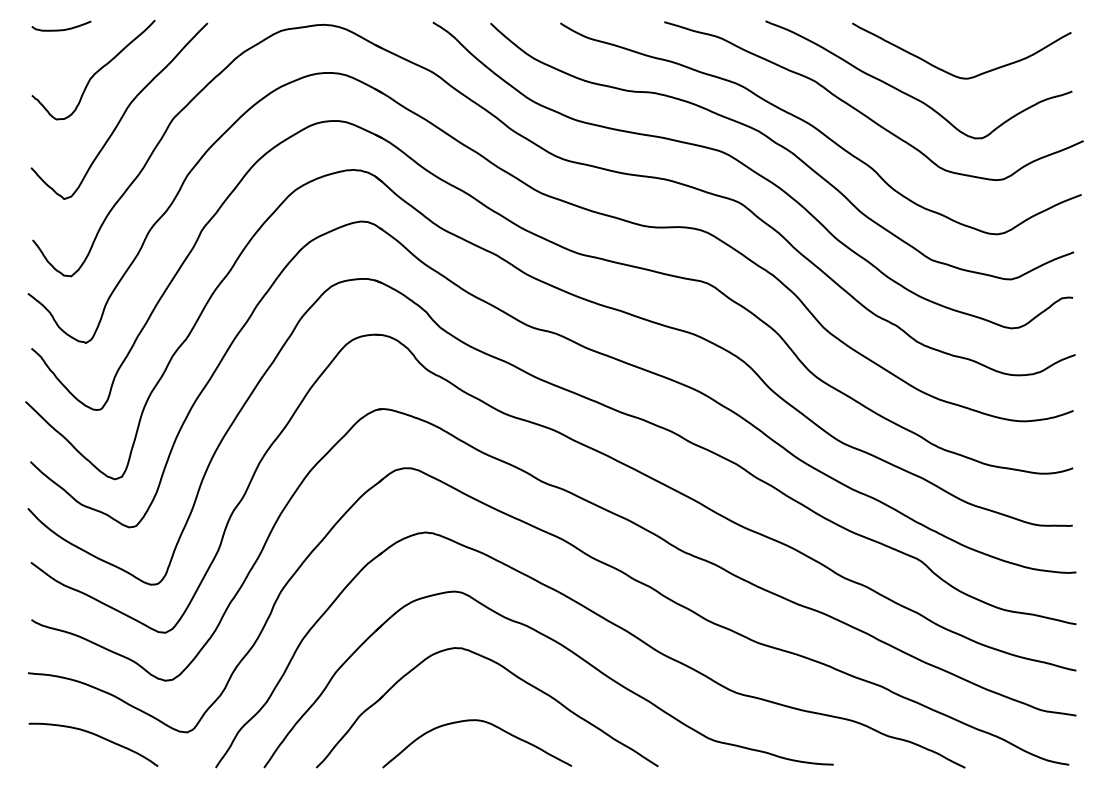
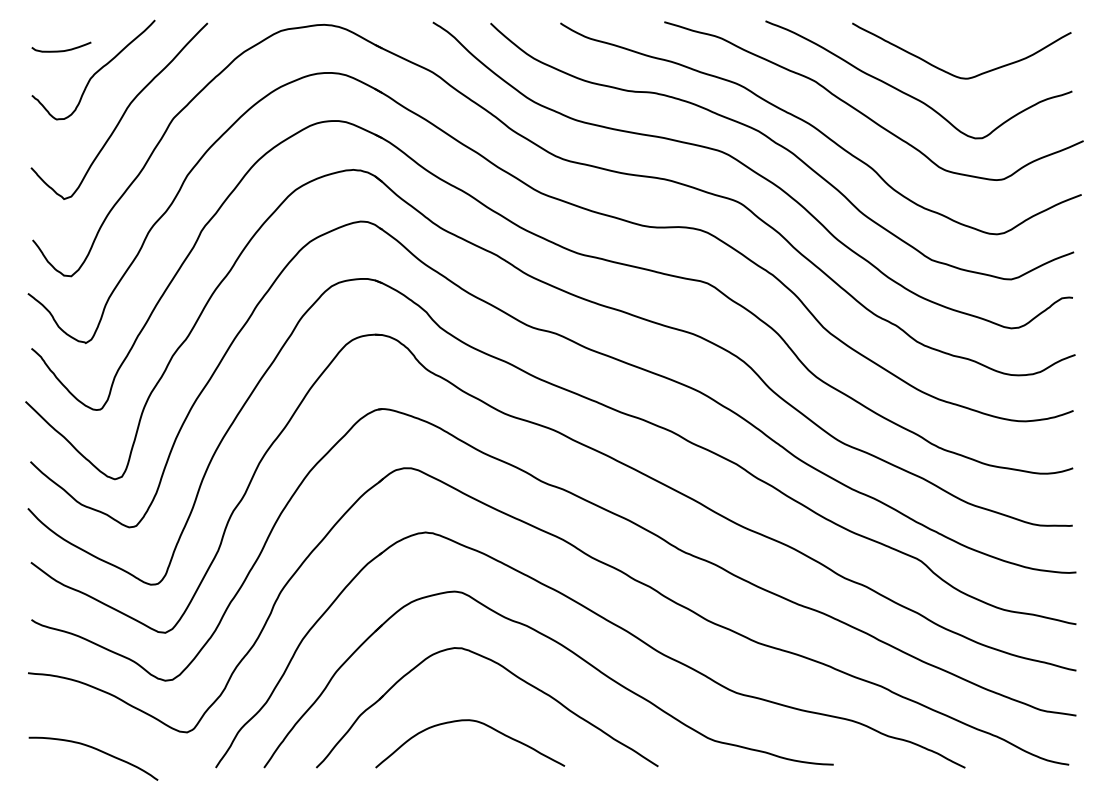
curve at (61, 29) position: (61, 29) -> (61, 50)
curve at (483, 722) position: (483, 722) -> (476, 722)
curve at (96, 736) position: (96, 736) -> (96, 750)
